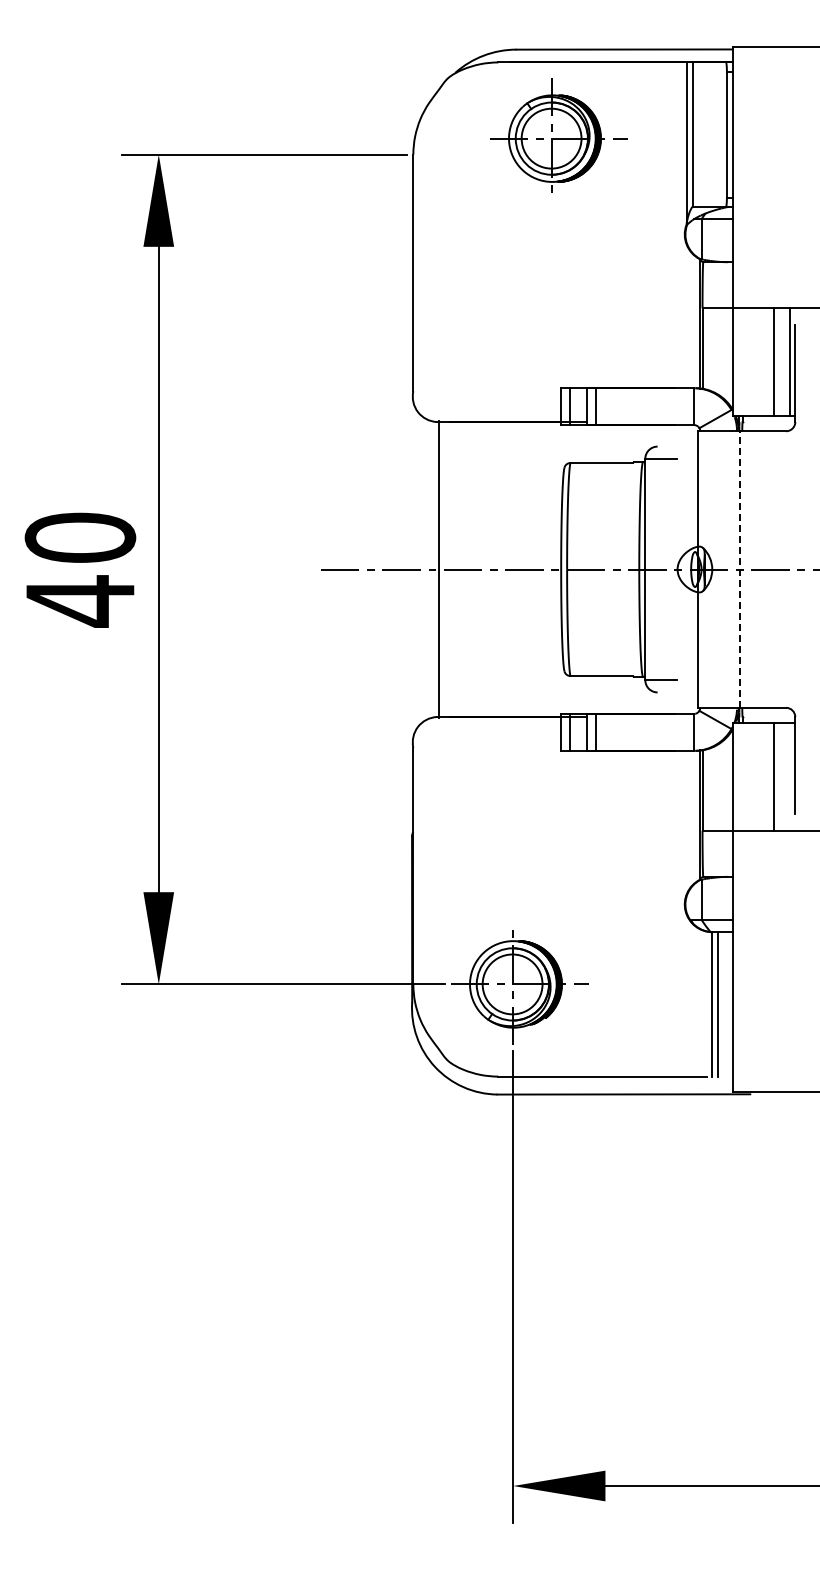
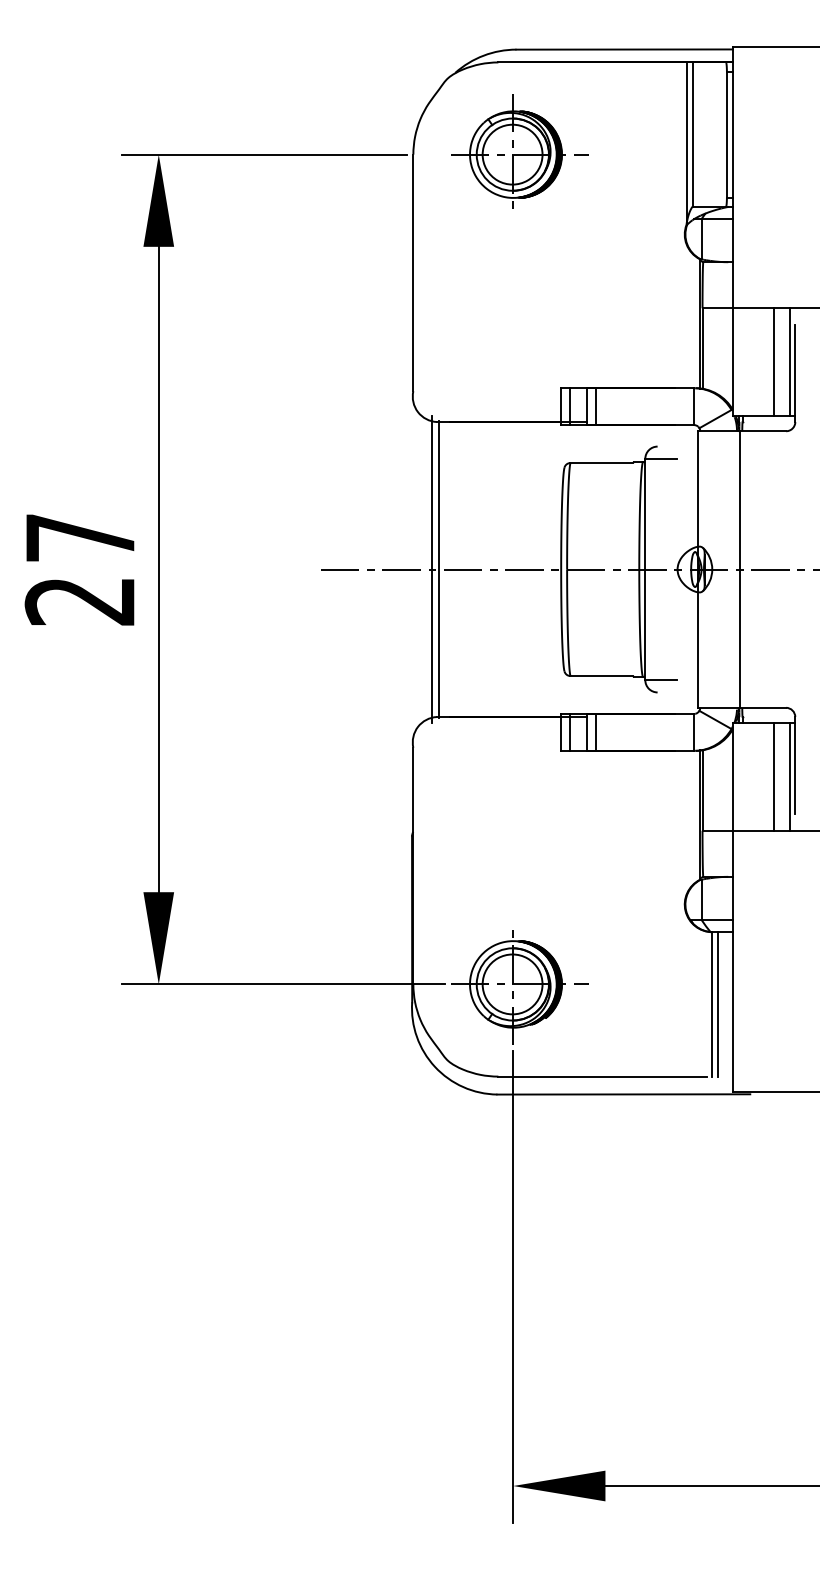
part at (558, 135) position: (558, 135) -> (519, 151)
text at (80, 569): 40 -> 27
line at (431, 569): none -> present
line at (740, 569): dashed -> solid
line at (789, 776): none -> present
